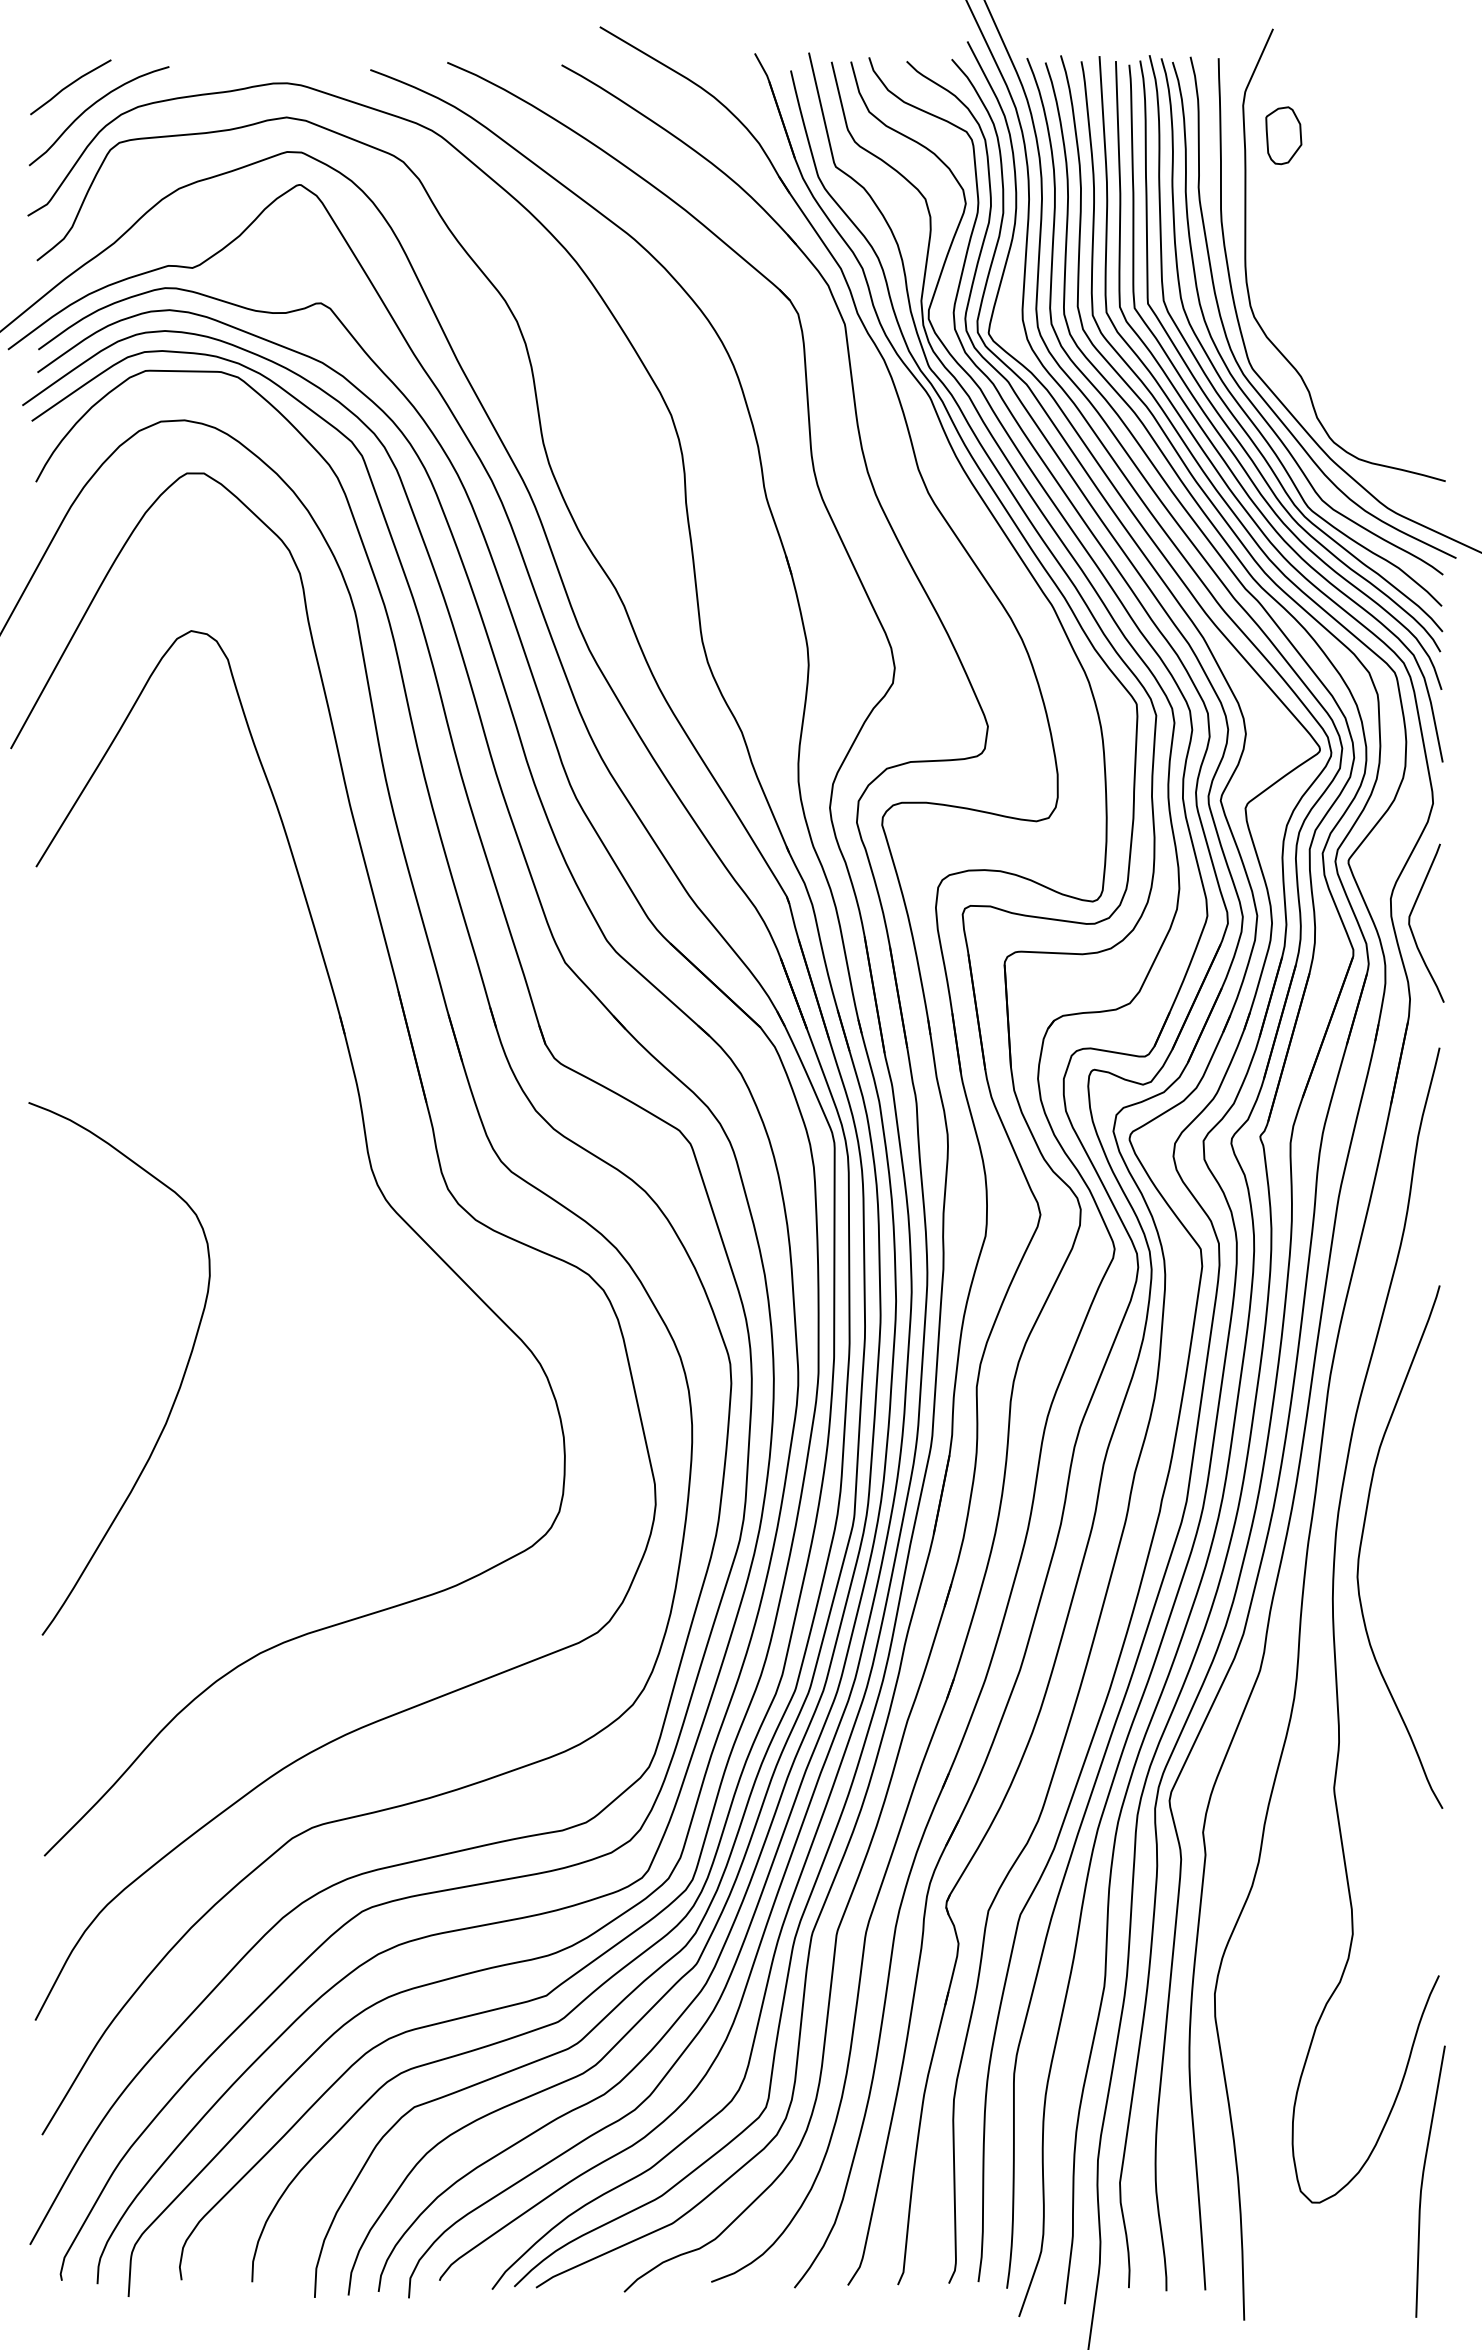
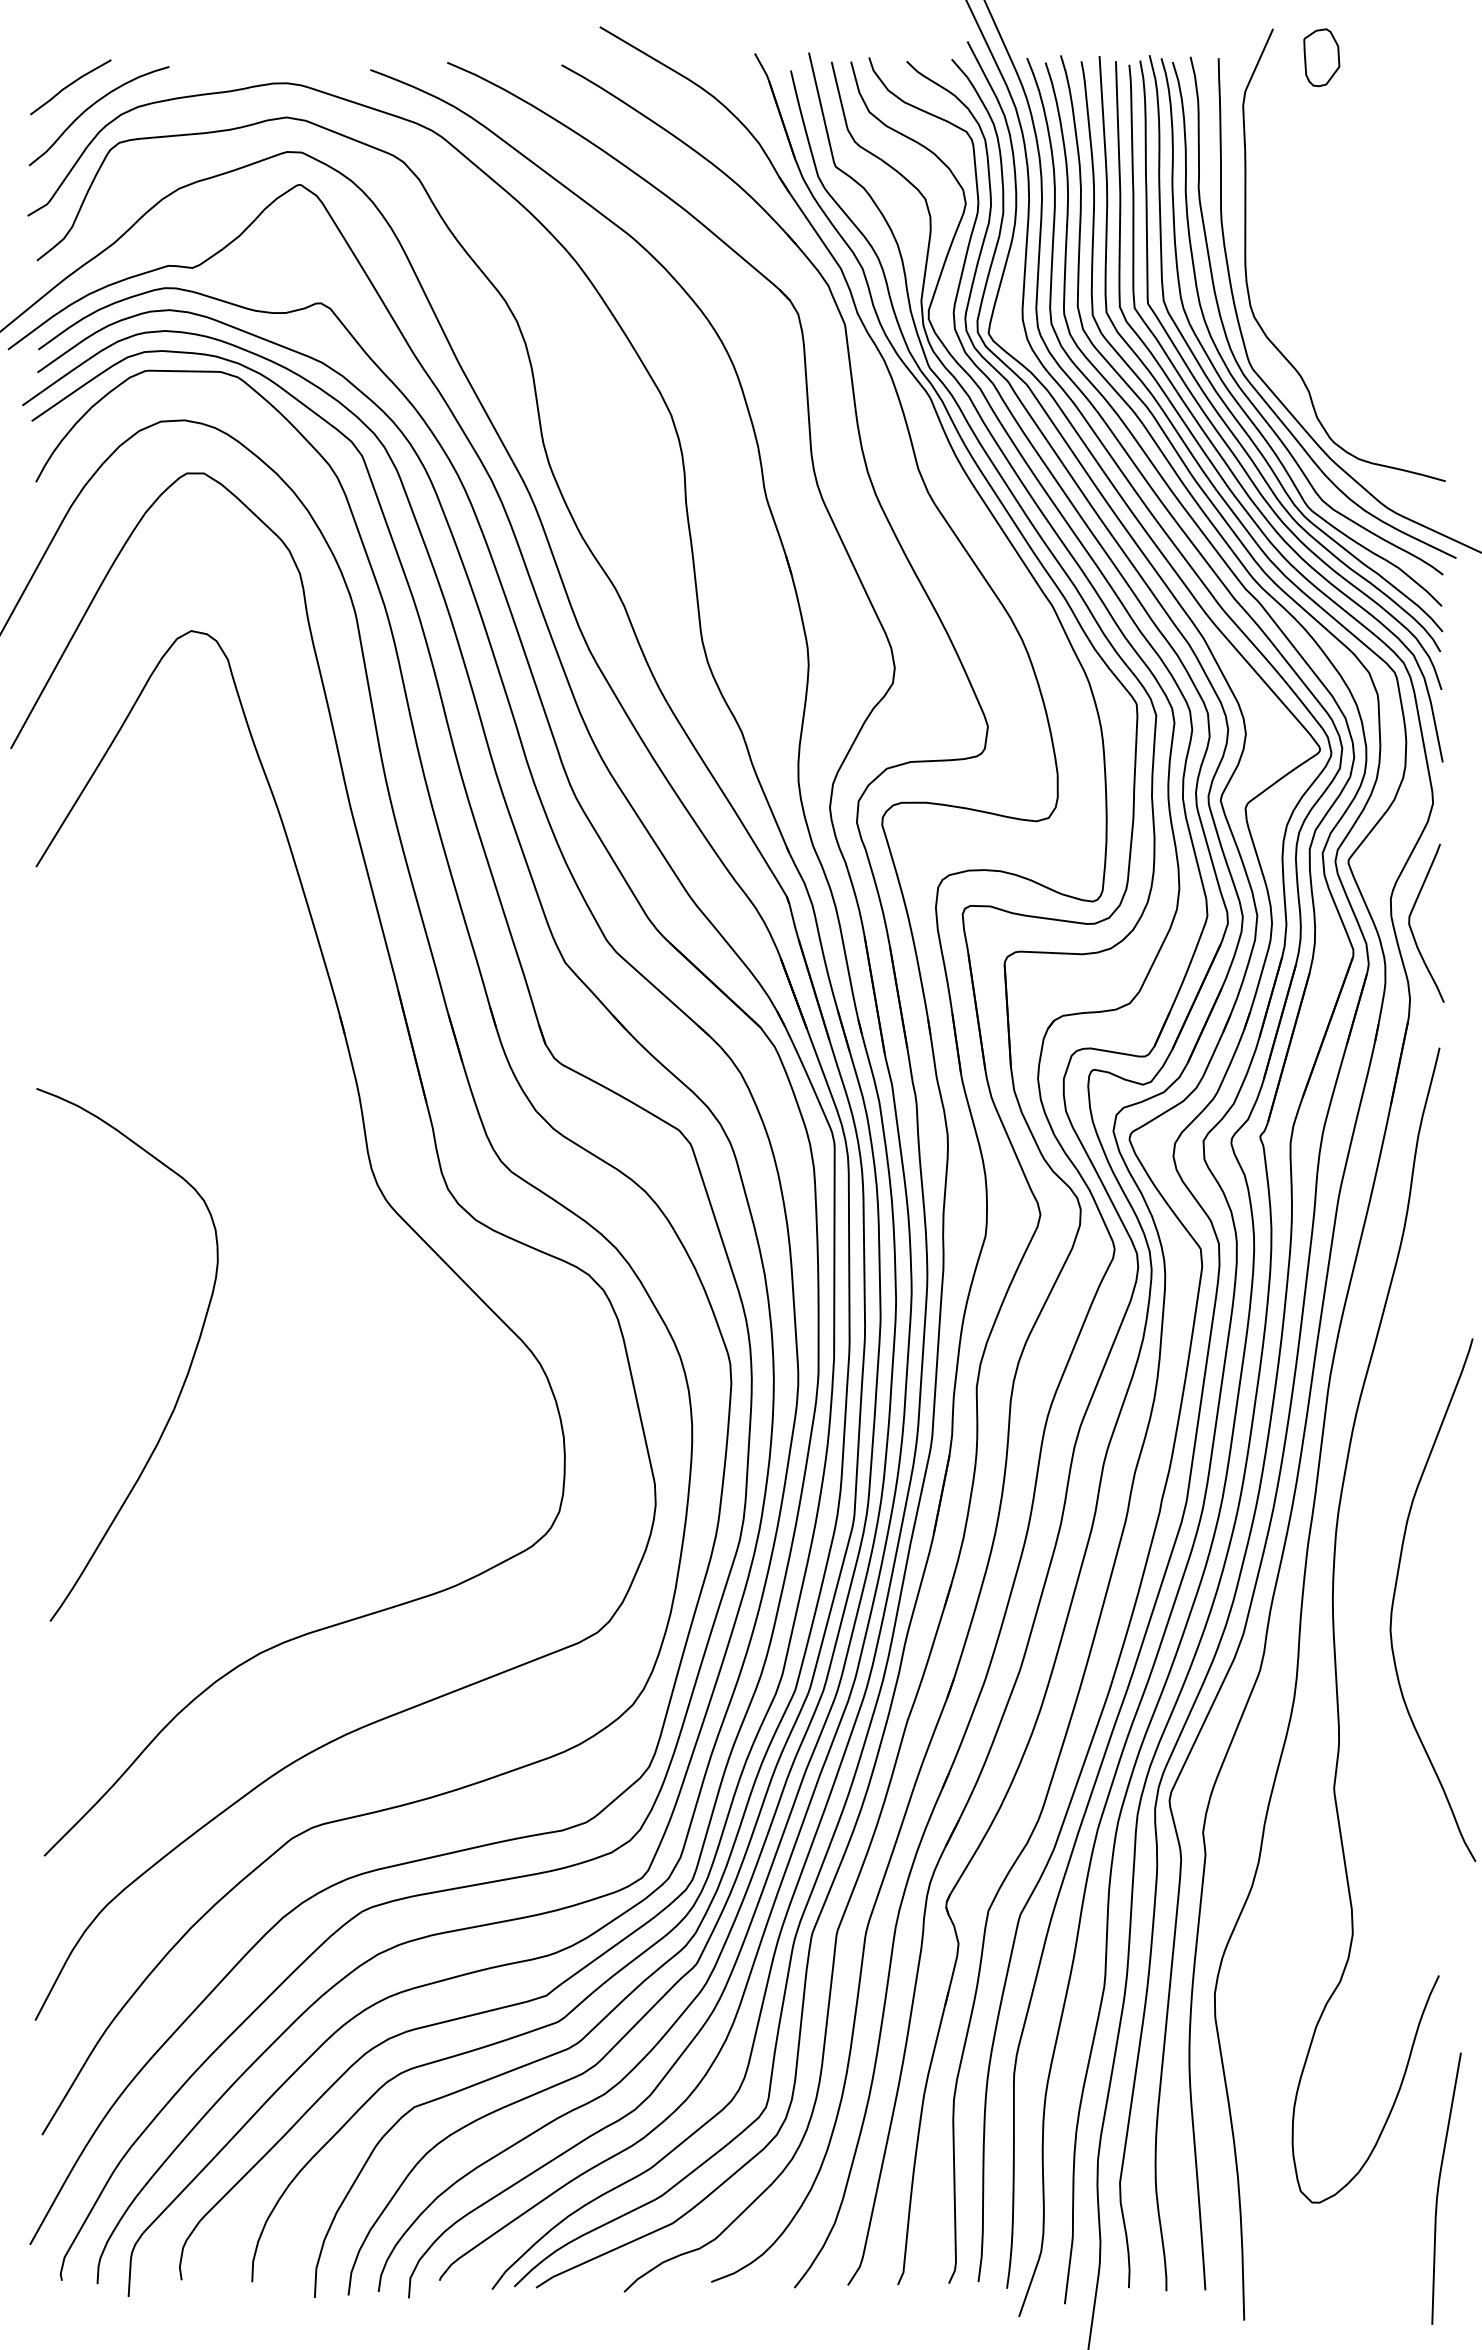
part at (1283, 135) position: (1283, 135) -> (1321, 57)
curve at (176, 1393) position: (176, 1393) -> (184, 1379)
curve at (1362, 1541) position: (1362, 1541) -> (1395, 1594)
curve at (1423, 2181) position: (1423, 2181) -> (1439, 2188)
